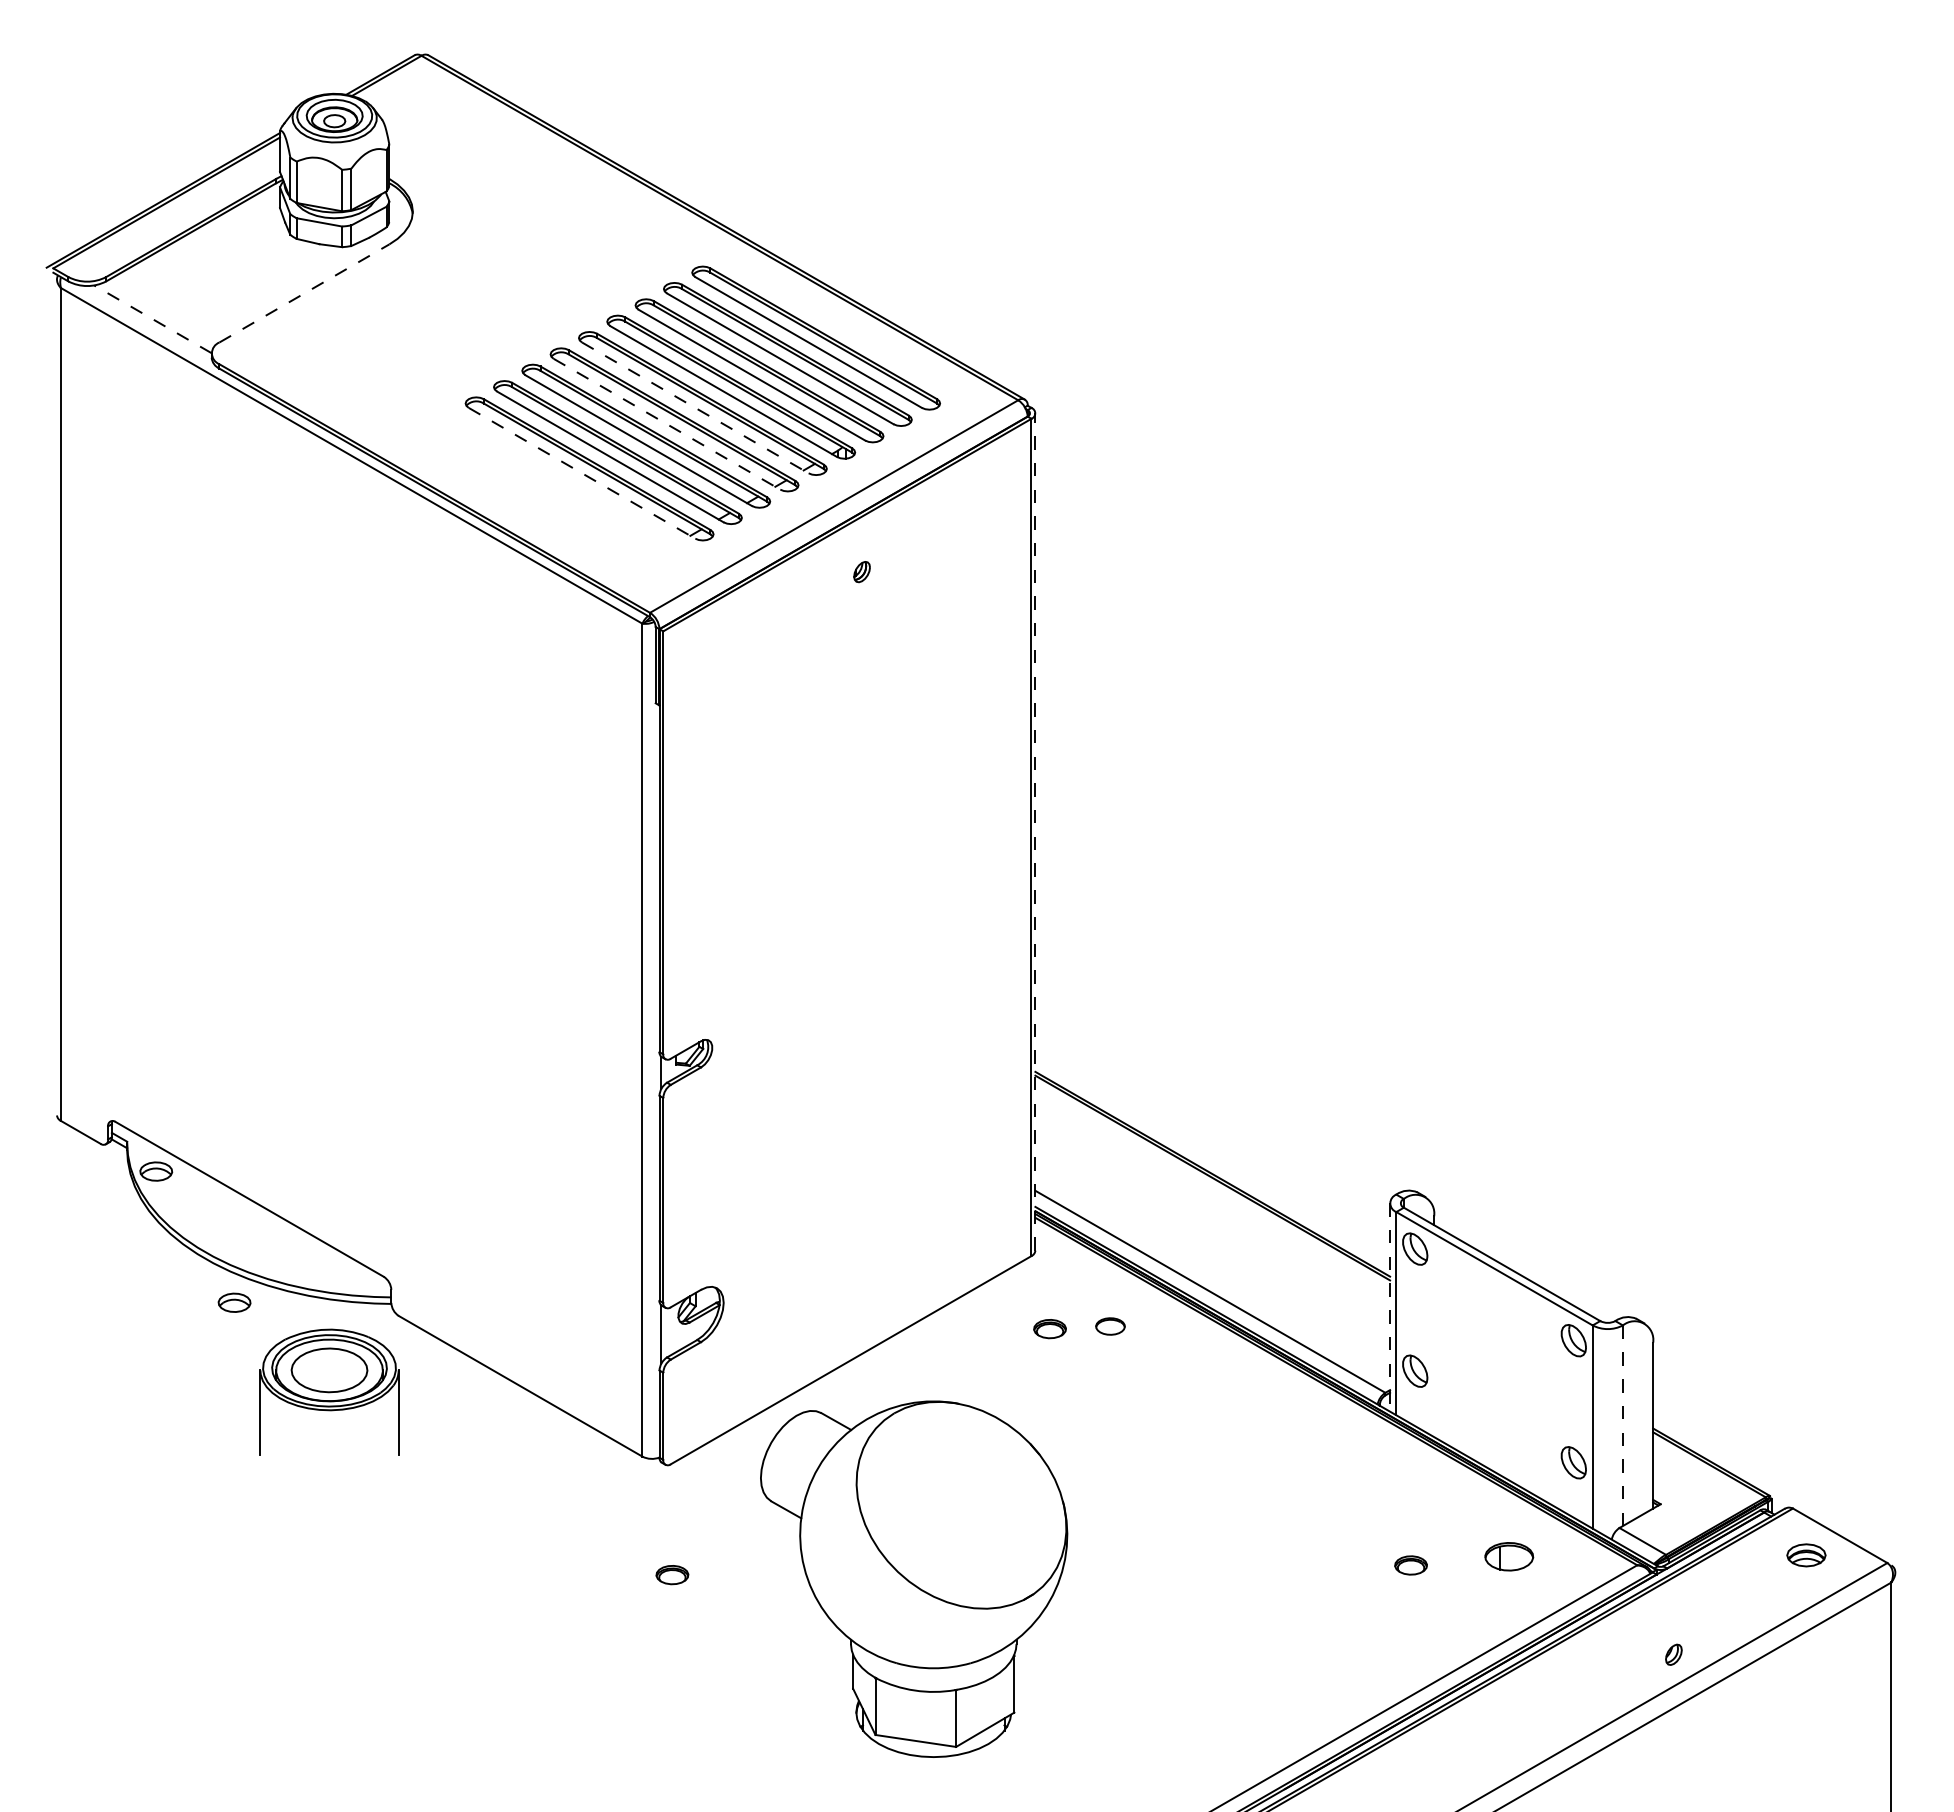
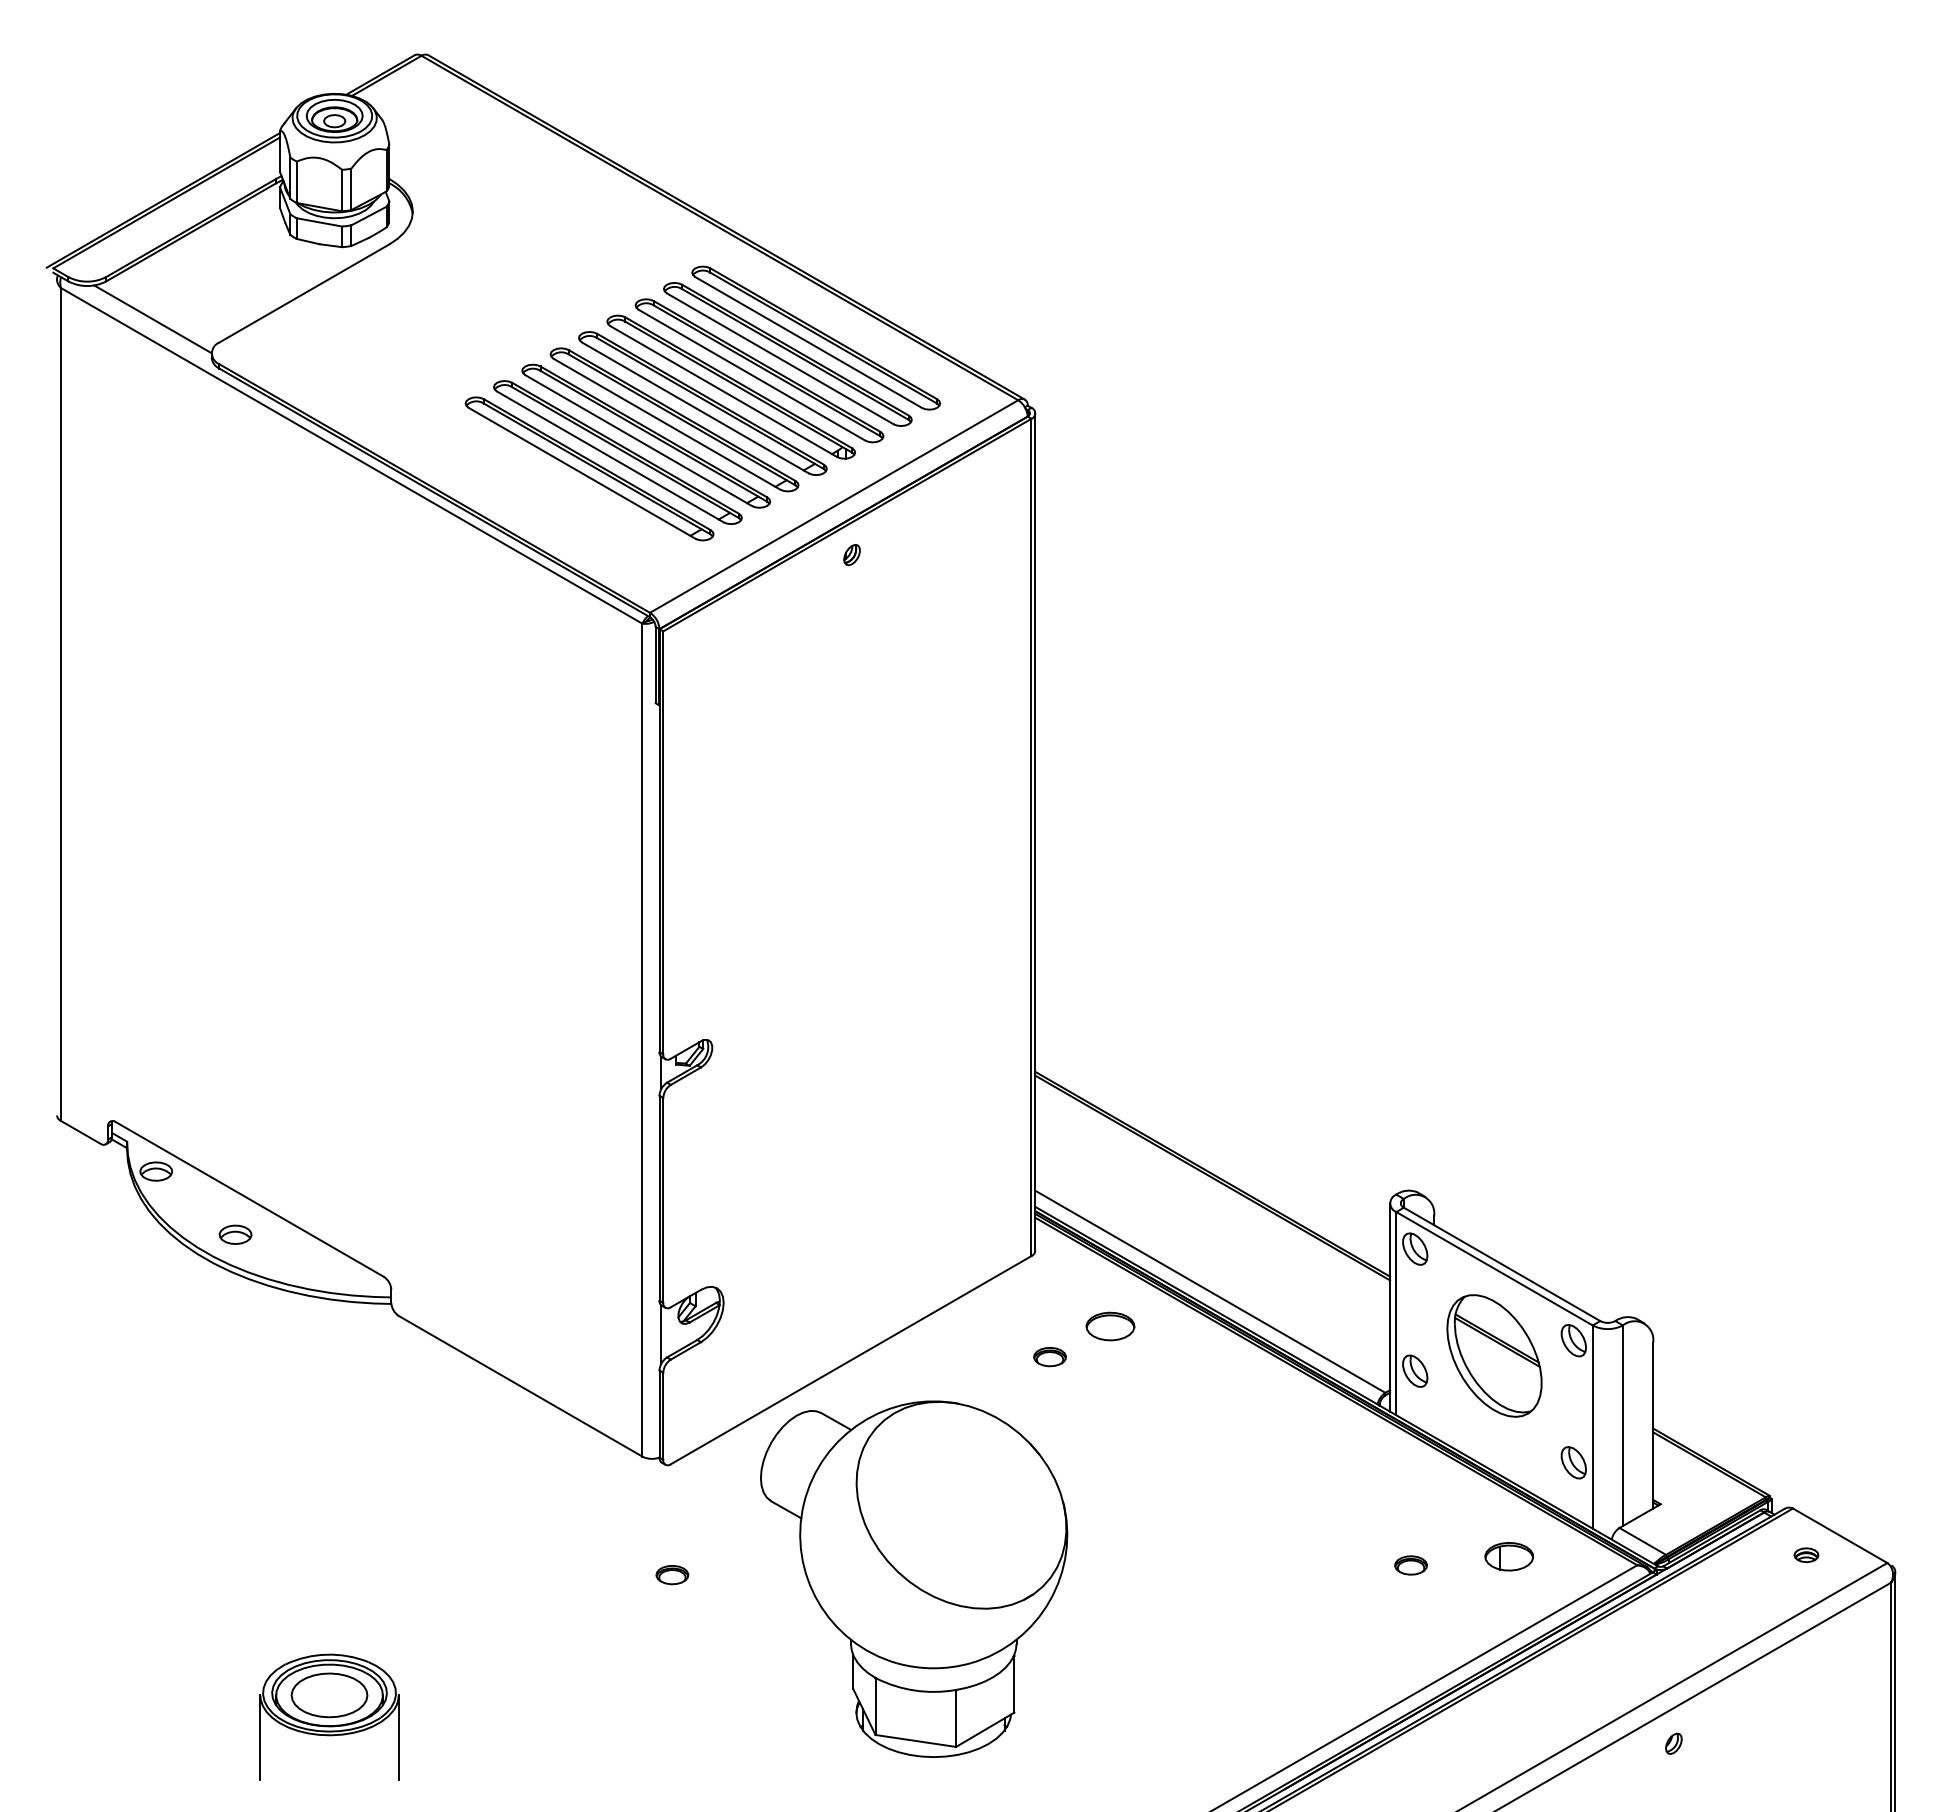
line at (304, 293): dashed -> solid
line at (152, 319): dashed -> solid
line at (695, 407): dashed -> solid
line at (667, 424): dashed -> solid
line at (582, 473): dashed -> solid
part at (861, 572) position: (861, 572) -> (851, 555)
line at (1035, 832): dashed -> solid
part at (234, 1302) position: (234, 1302) -> (235, 1234)
line at (1390, 1308): dashed -> solid
part at (1110, 1326) size: 31x19 px -> 51x31 px
part at (1049, 1329) position: (1049, 1329) -> (1049, 1357)
part at (1494, 1355): none -> present
part at (329, 1391) position: (329, 1391) -> (329, 1716)
line at (1622, 1425): dashed -> solid
part at (1806, 1555) size: 41x25 px -> 27x16 px
part at (1673, 1654) position: (1673, 1654) -> (1673, 1743)
line at (1895, 1690): none -> present
